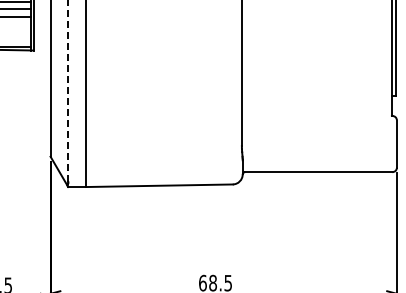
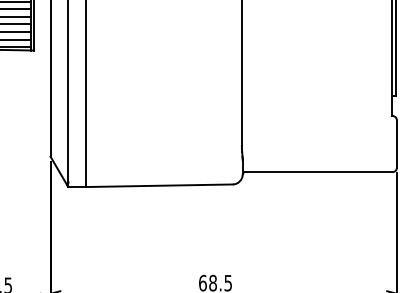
line at (16, 24): none -> present
line at (16, 32): none -> present
line at (16, 39): none -> present
line at (68, 91): dashed -> solid
